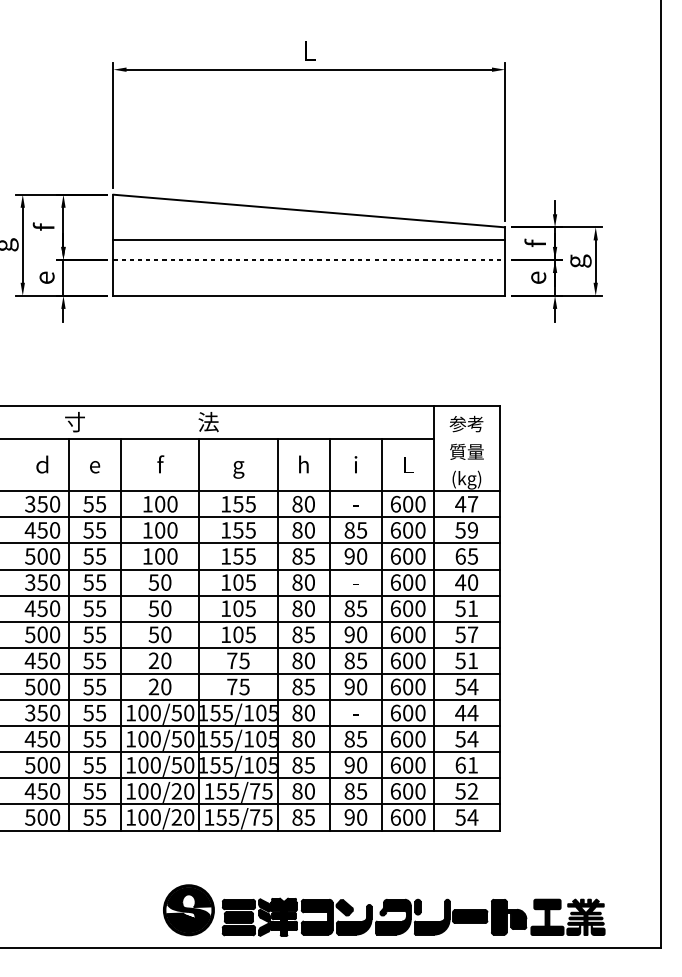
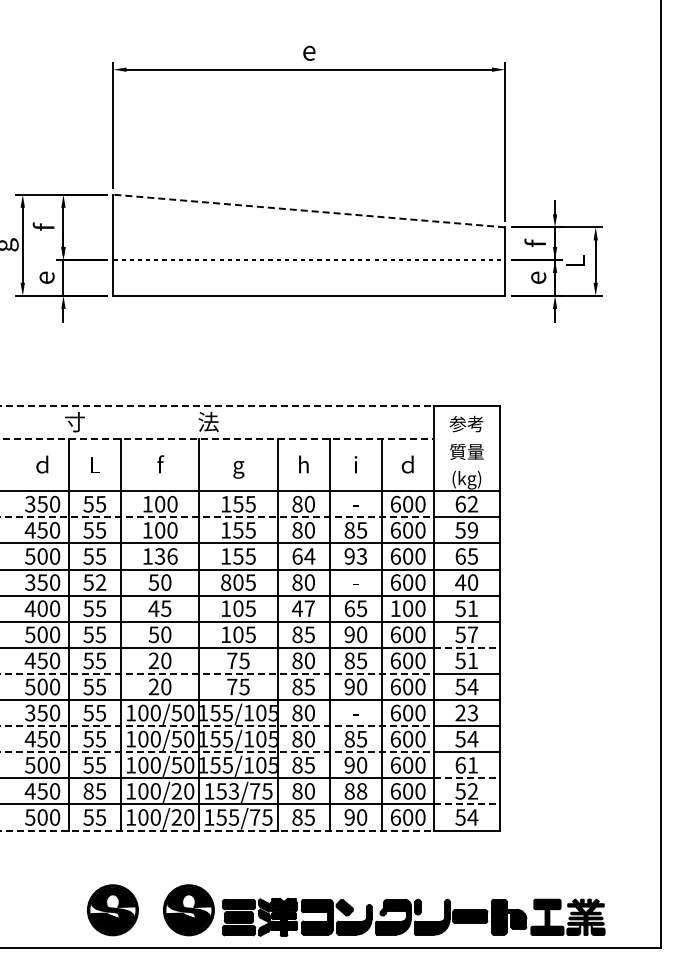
text at (309, 50): L -> e
line at (308, 210): solid -> dashed
line at (309, 240): present -> none
text at (578, 260): g -> L
line at (217, 405): solid -> dashed
line at (217, 439): solid -> dashed
text at (407, 464): L -> ｄ
text at (95, 465): e -> L
text at (466, 503): 47 -> 62
line at (217, 517): solid -> dashed
text at (165, 556): 100 -> 136
text at (303, 556): 85 -> 64
text at (361, 556): 90 -> 93
text at (100, 582): 55 -> 52
text at (226, 582): 105 -> 805
text at (42, 608): 450 -> 400
text at (159, 608): 50 -> 45
text at (302, 608): 80 -> 47
text at (349, 608): 85 -> 65
text at (395, 608): 600 -> 100
line at (466, 647): solid -> dashed
line at (217, 673): solid -> dashed
text at (466, 712): 44 -> 23
line at (217, 726): solid -> dashed
line at (217, 752): solid -> dashed
line at (466, 778): solid -> dashed
text at (88, 791): 55 -> 85
text at (234, 791): 155/75 -> 153/75
text at (361, 791): 85 -> 88
line at (466, 804): solid -> dashed
line at (217, 830): solid -> dashed
part at (112, 910): none -> present
